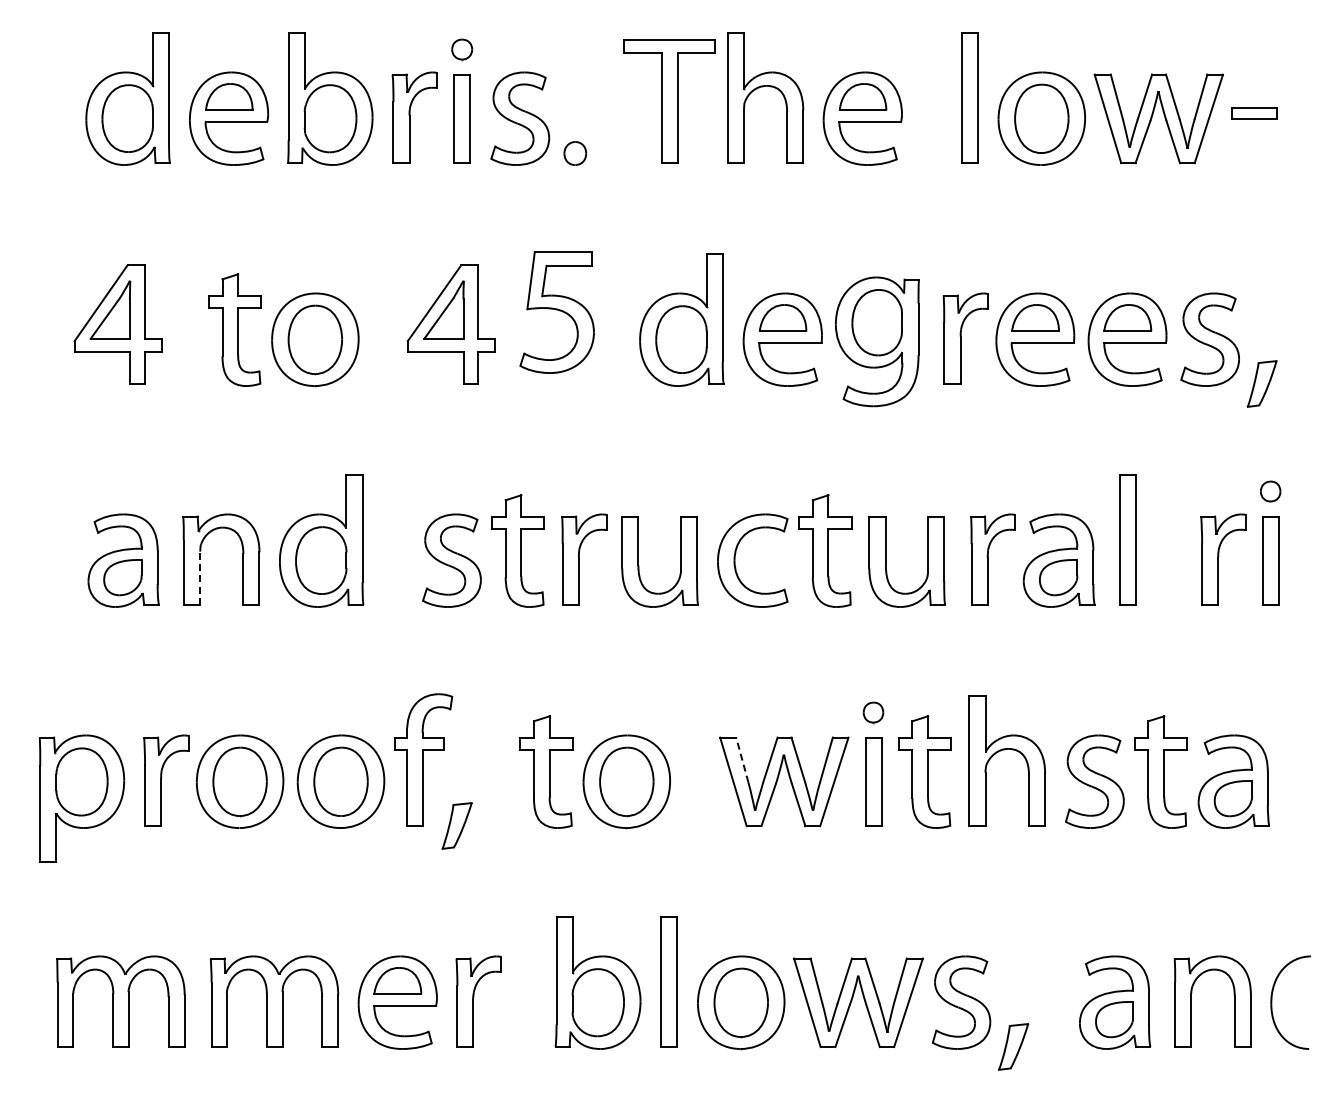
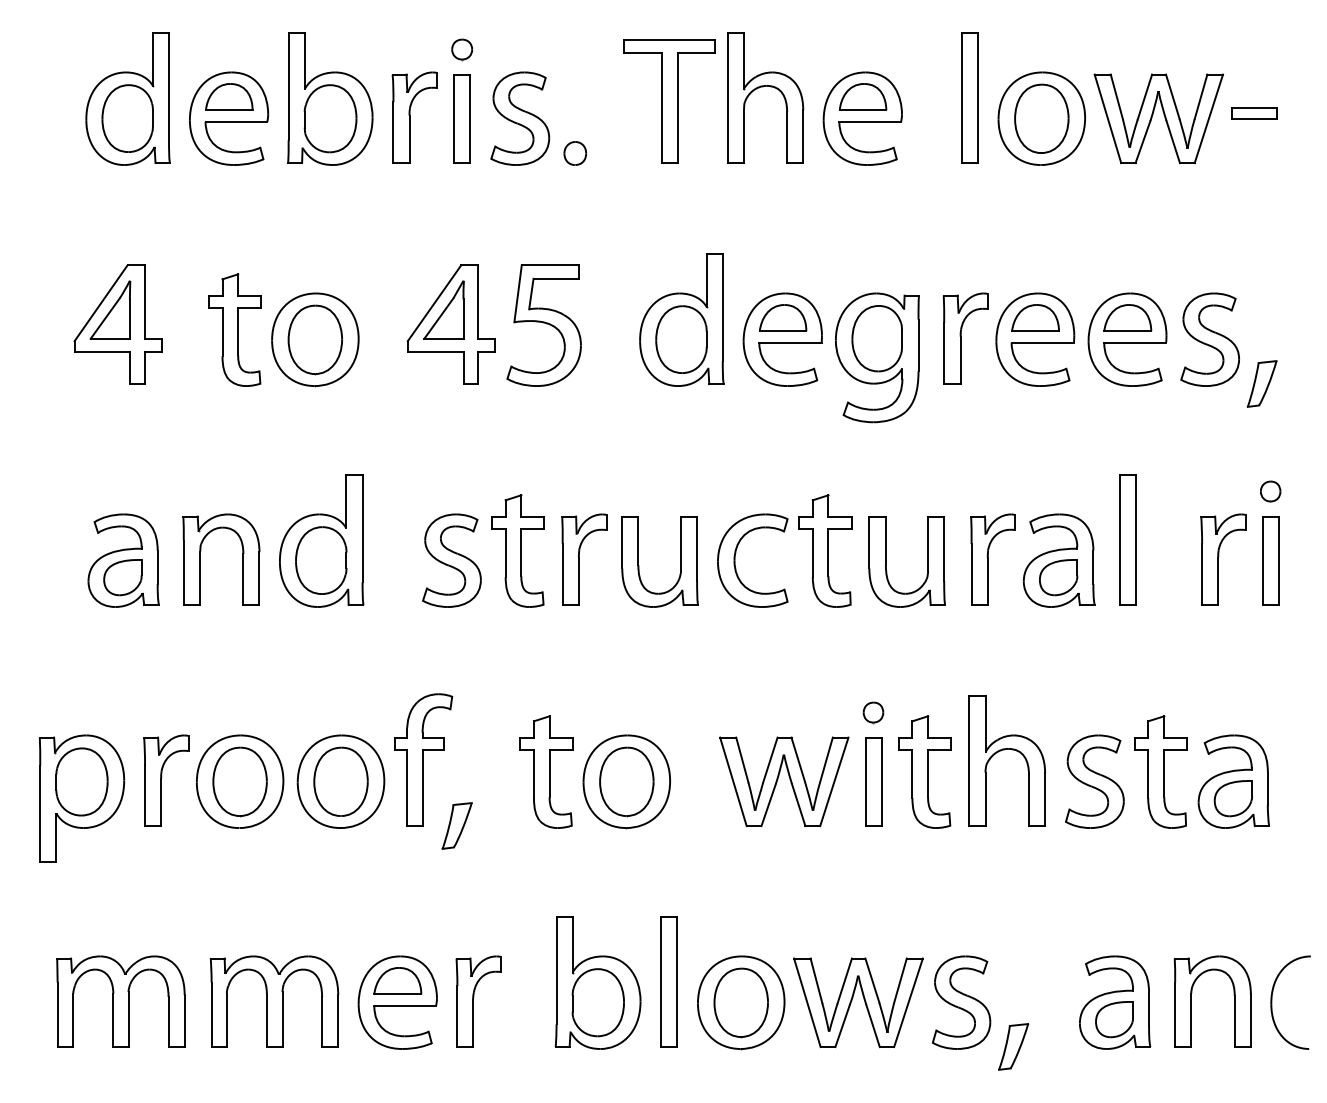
part at (556, 312) position: (556, 312) -> (543, 325)
part at (877, 341) position: (877, 341) -> (877, 357)
line at (200, 578): dashed -> solid
line at (742, 759): dashed -> solid
